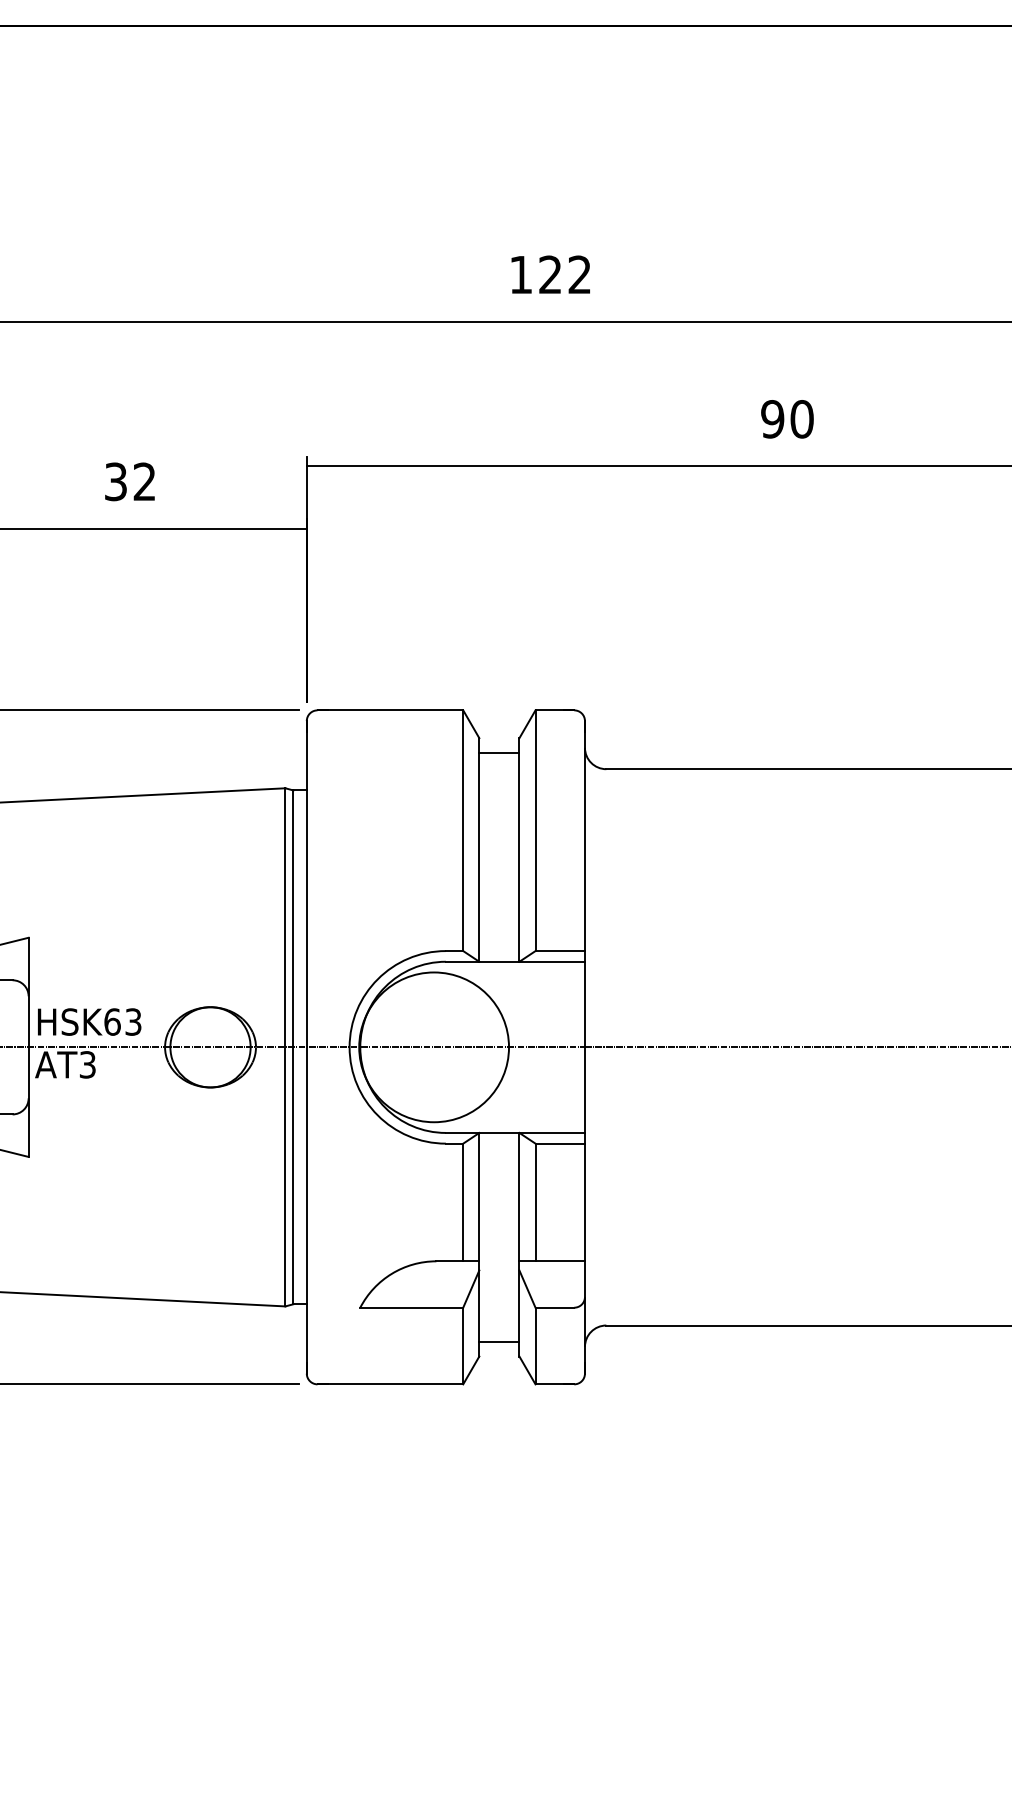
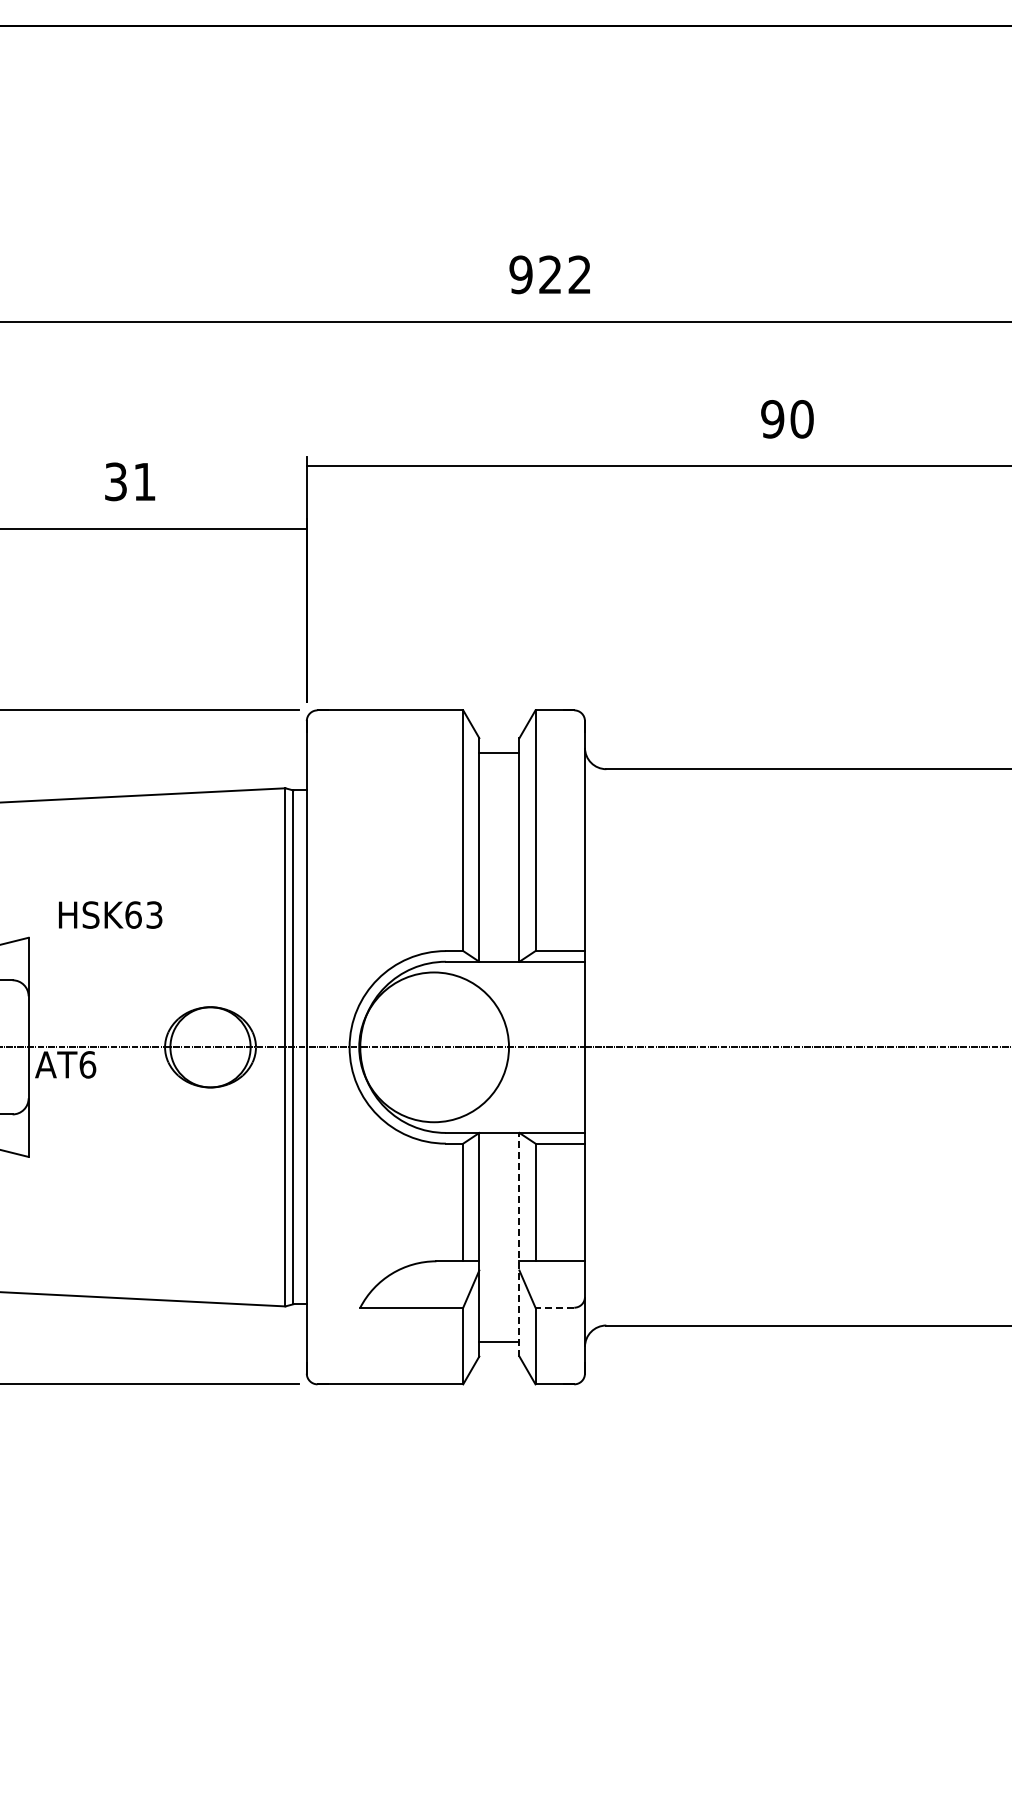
text at (520, 274): 122 -> 922
text at (144, 481): 32 -> 31
text at (89, 1021) position: (89, 1021) -> (110, 914)
text at (87, 1064): AT3 -> AT6
line at (519, 1244): solid -> dashed
line at (554, 1307): solid -> dashed
